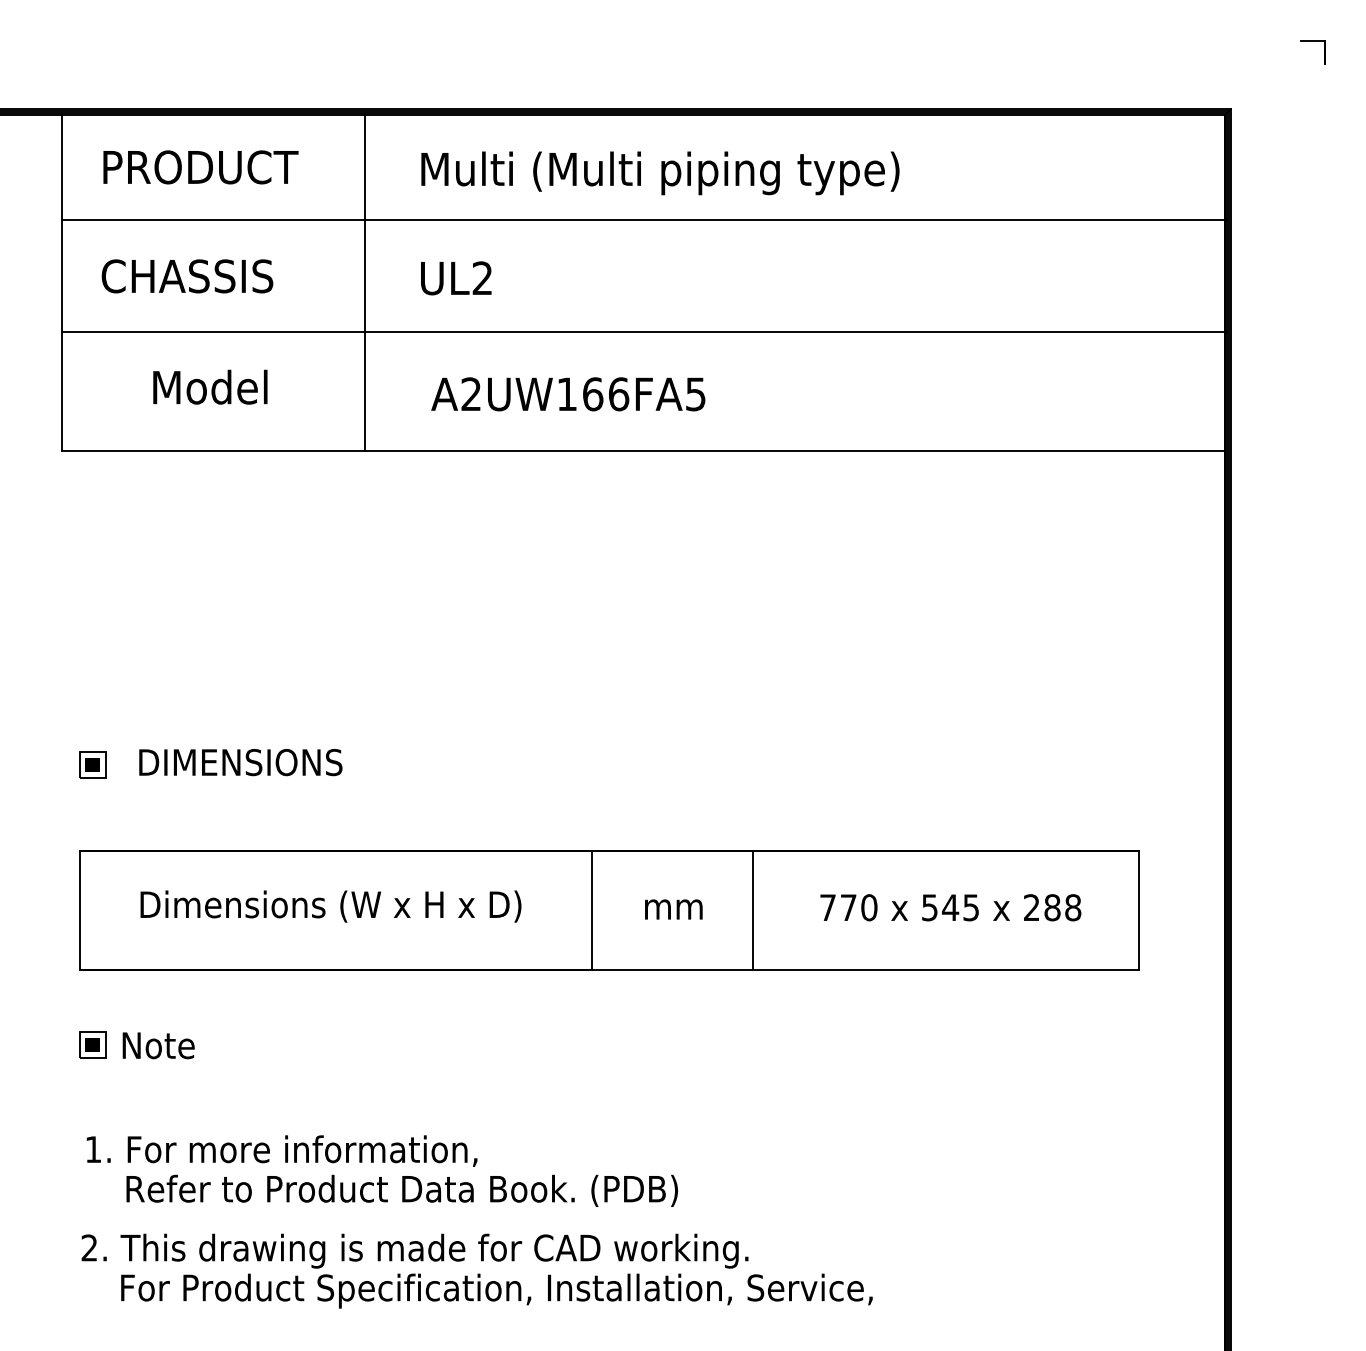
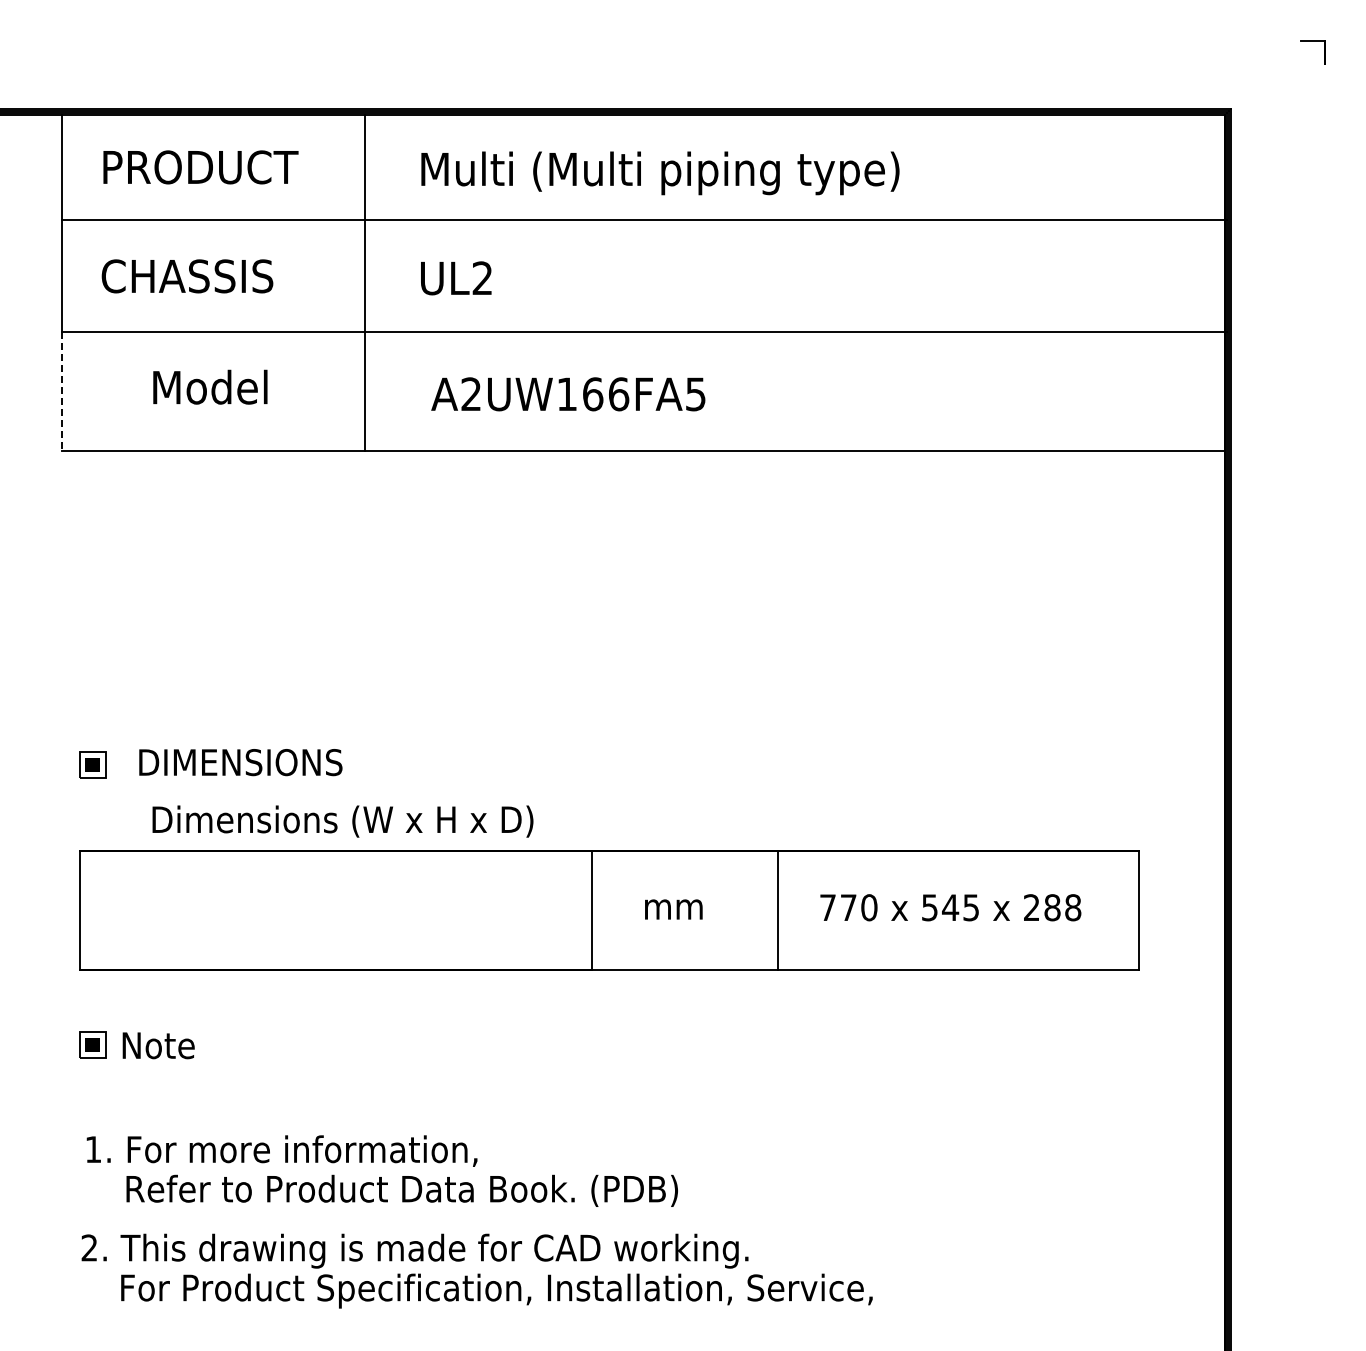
line at (62, 391): solid -> dashed
text at (330, 906) position: (330, 906) -> (342, 821)
line at (752, 910) position: (752, 910) -> (777, 910)
